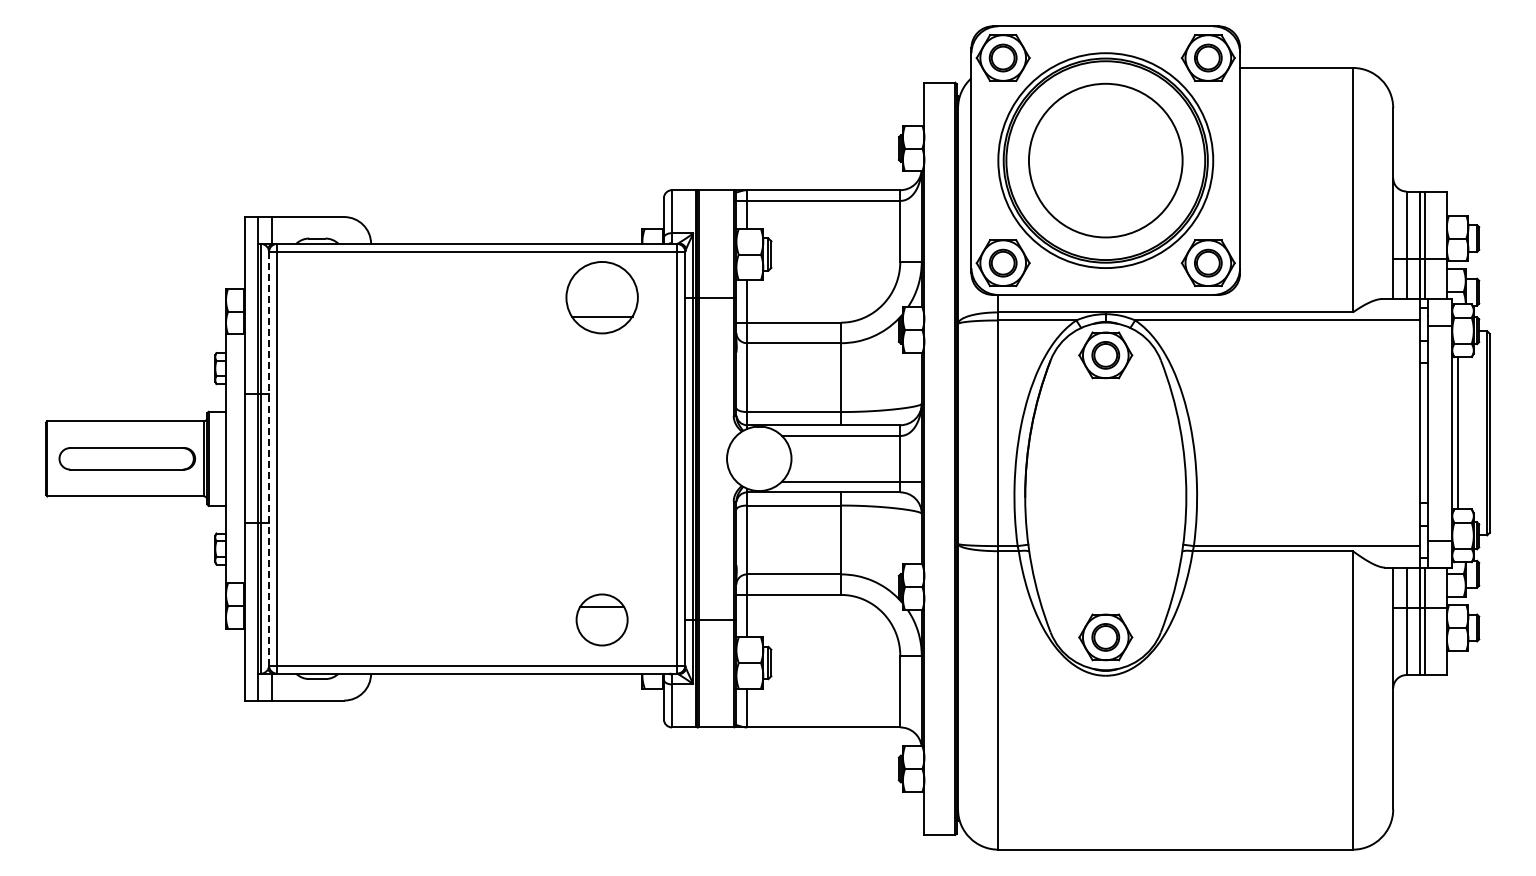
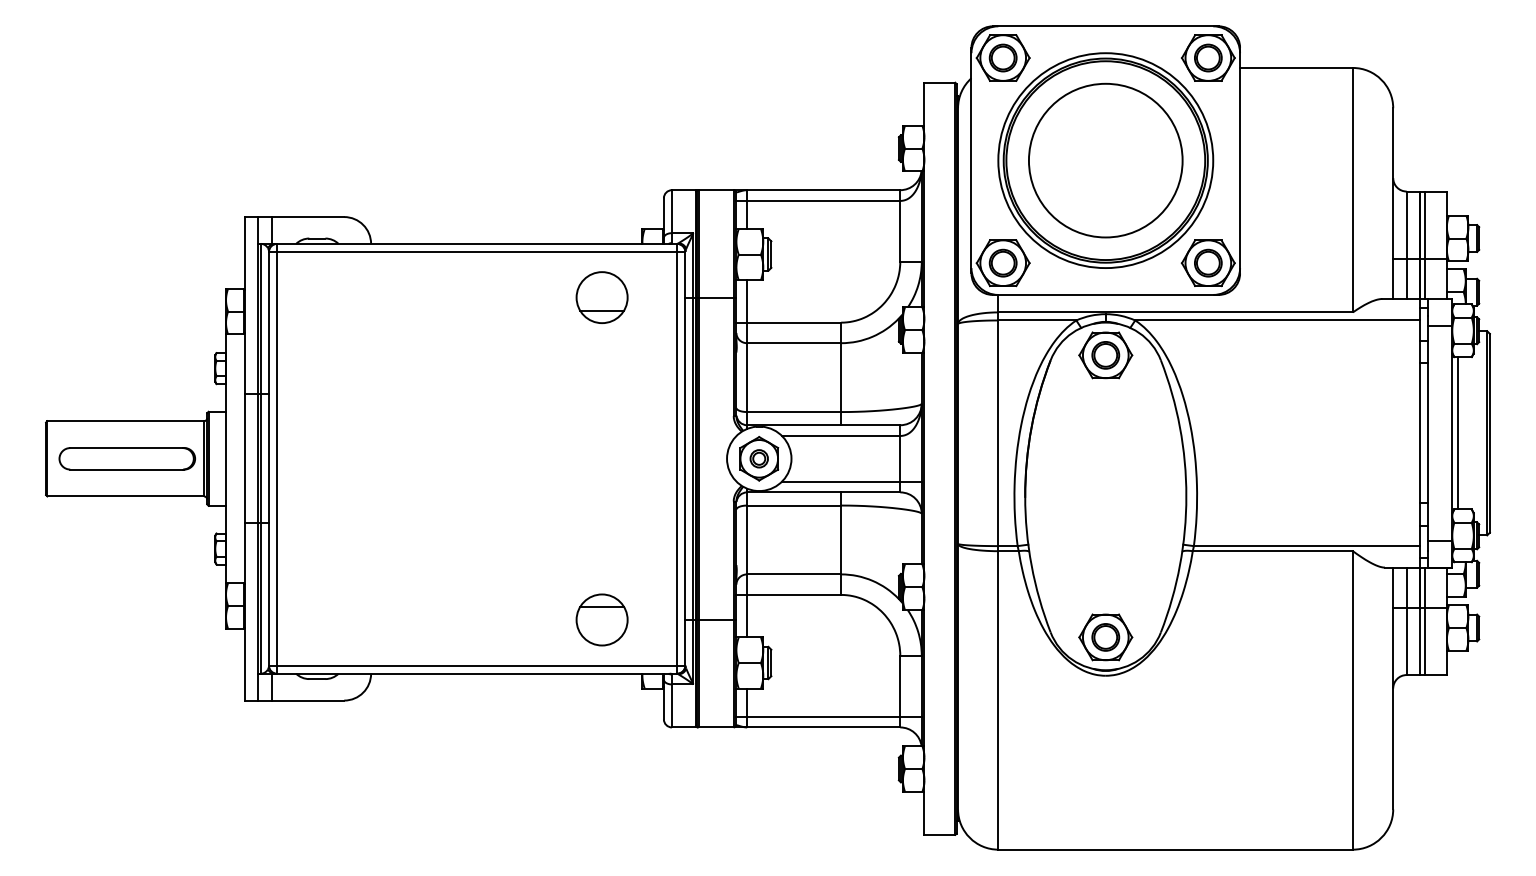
part at (601, 297) size: 74x74 px -> 54x53 px
line at (269, 458): dashed -> solid
part at (759, 458): none -> present
line at (828, 716): none -> present
